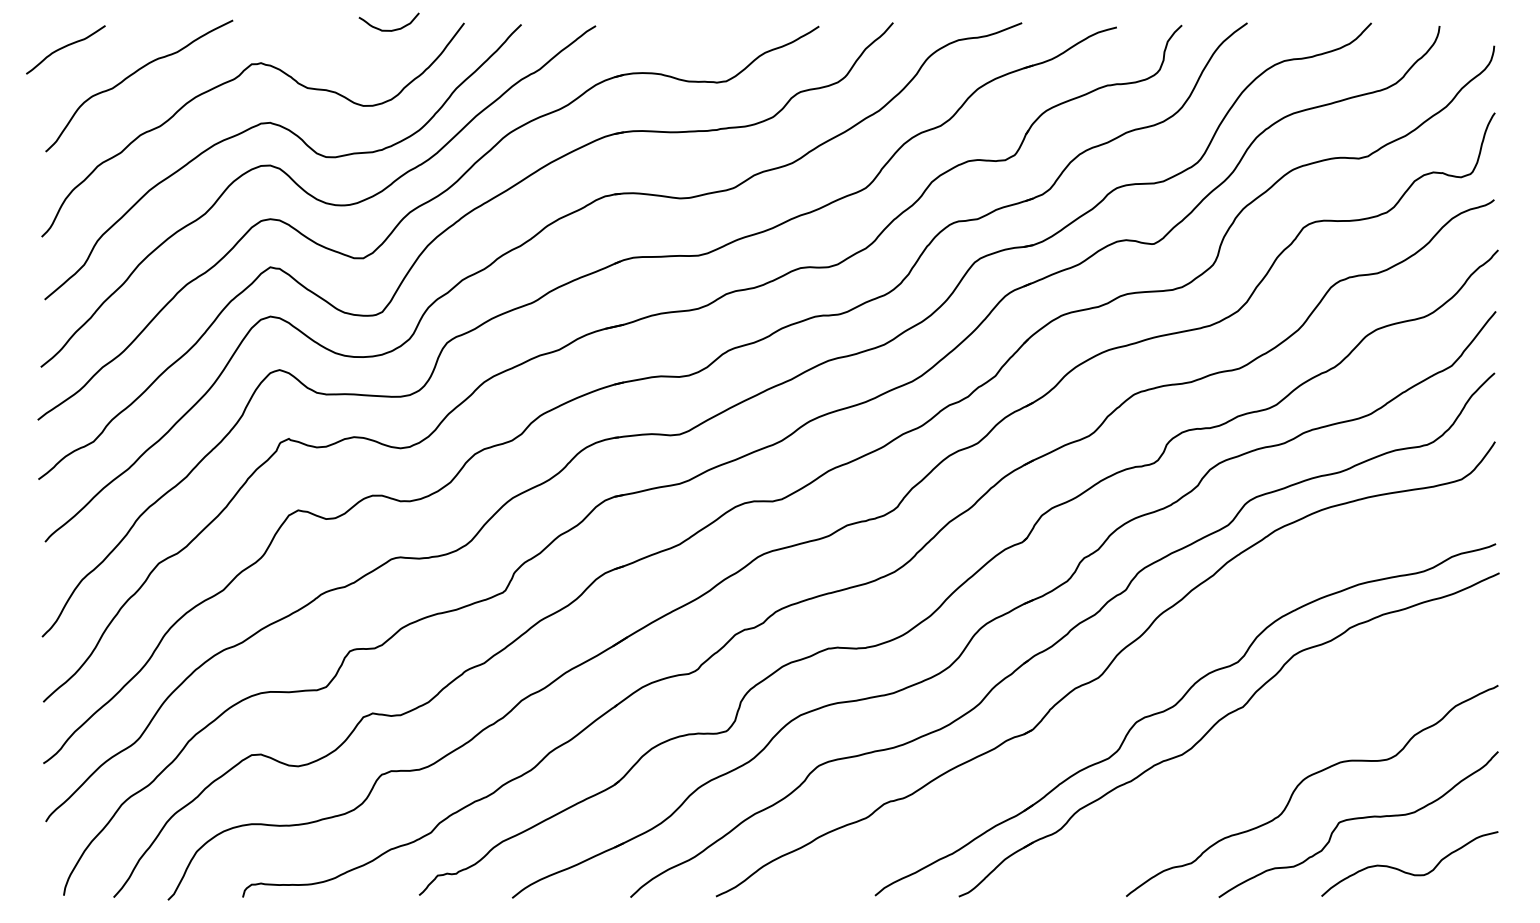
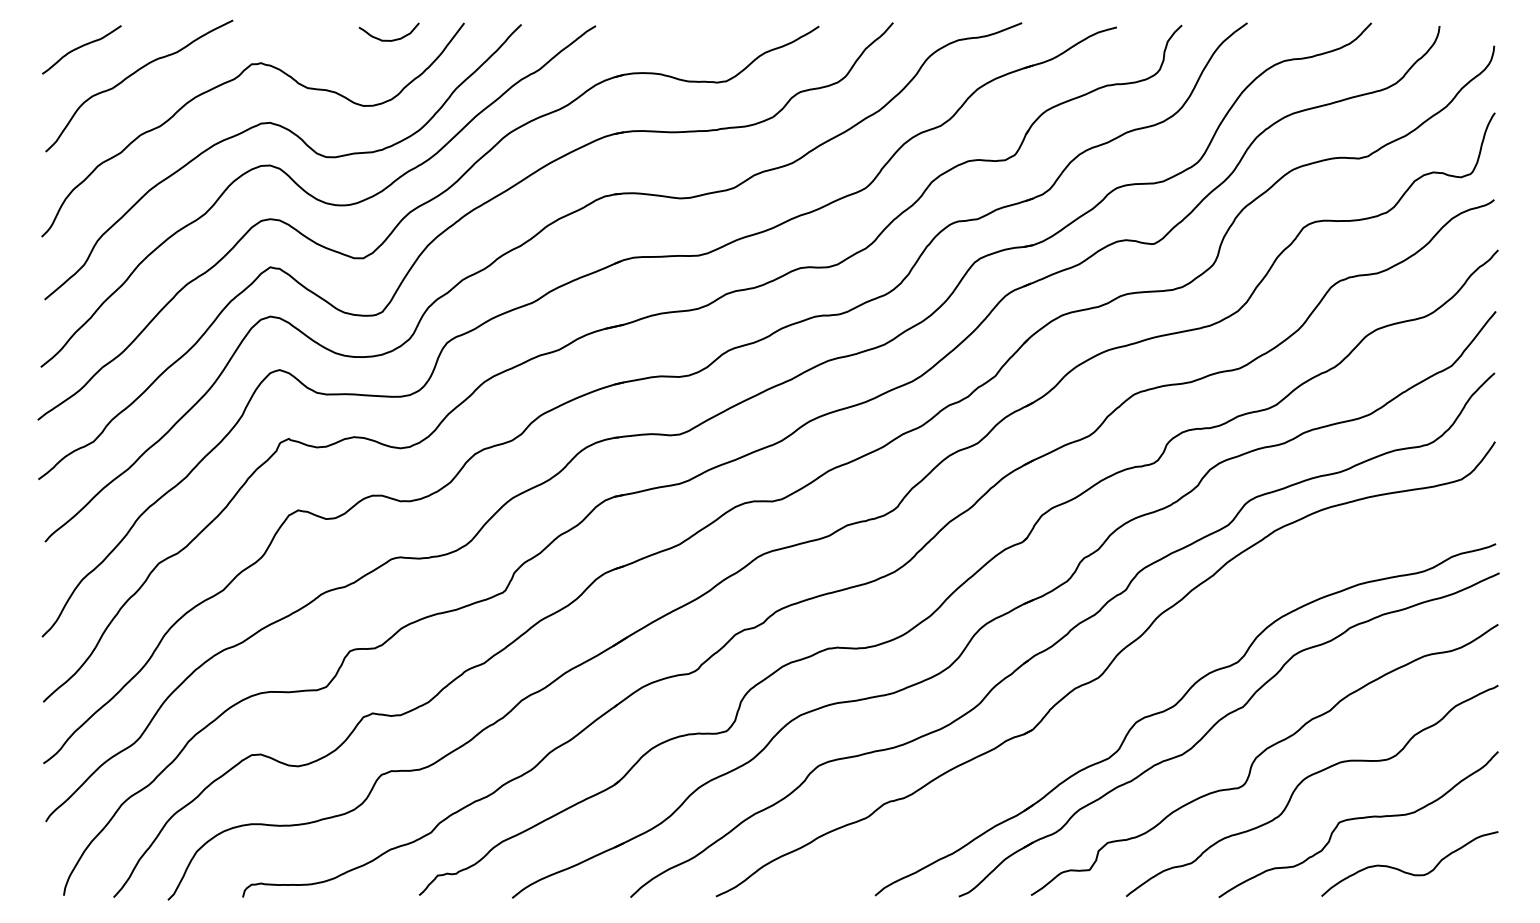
curve at (388, 29) position: (388, 29) -> (388, 39)
curve at (65, 47) position: (65, 47) -> (81, 47)
curve at (1260, 755): none -> present
